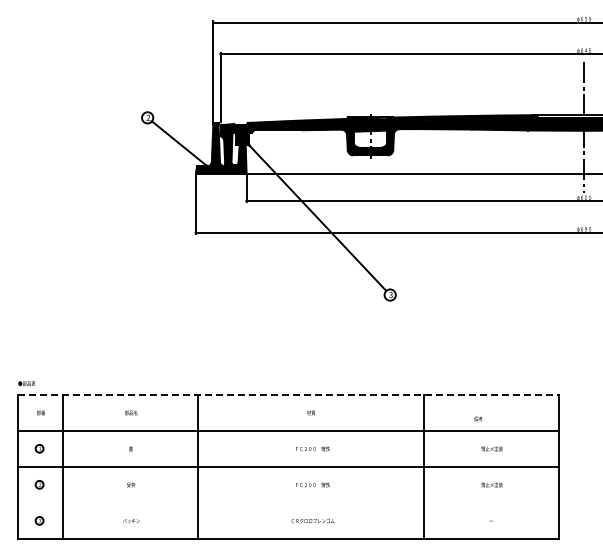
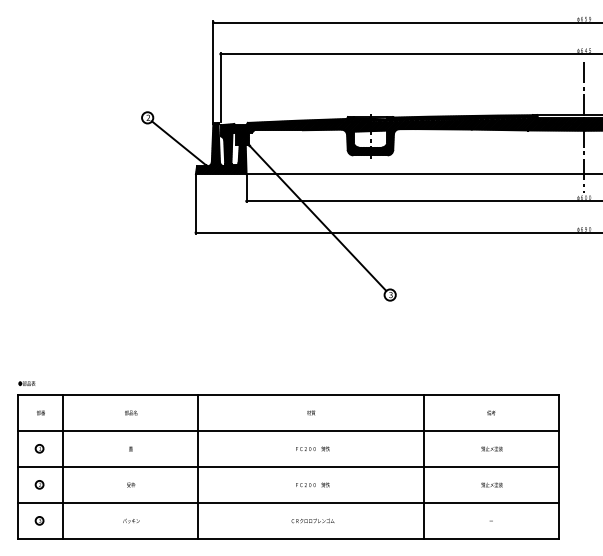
line at (288, 395): dashed -> solid
text at (478, 418) position: (478, 418) -> (491, 412)
line at (288, 503): none -> present
